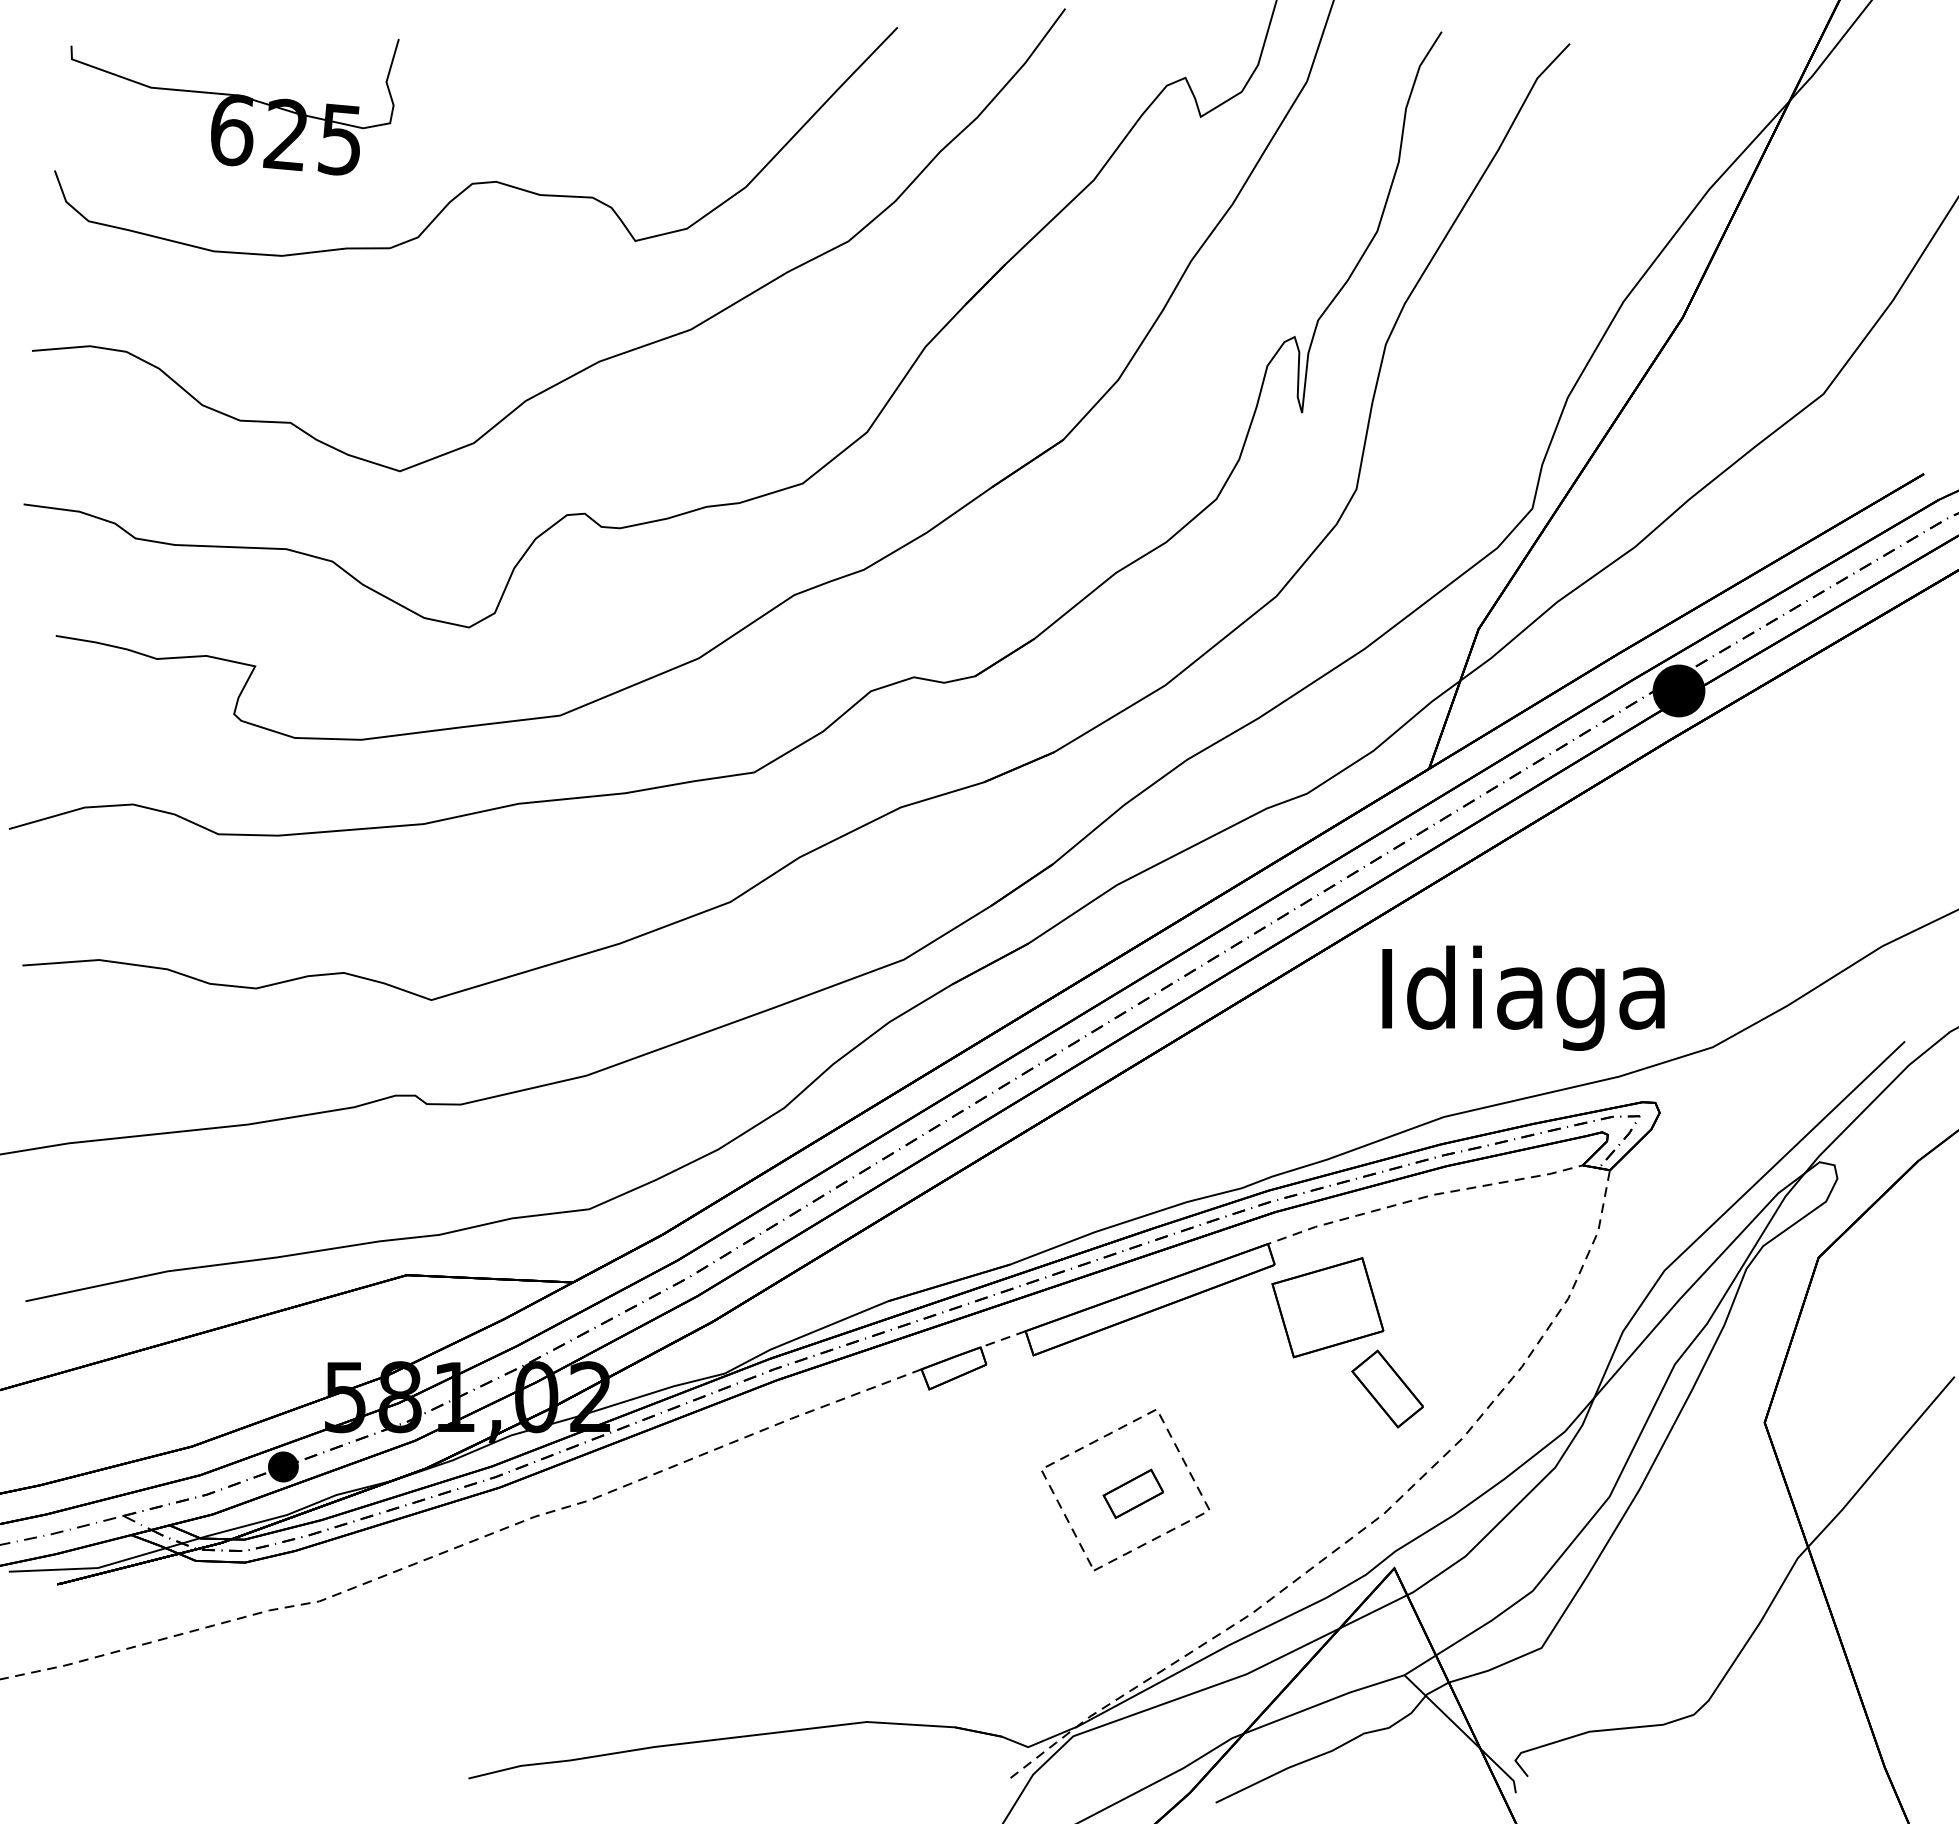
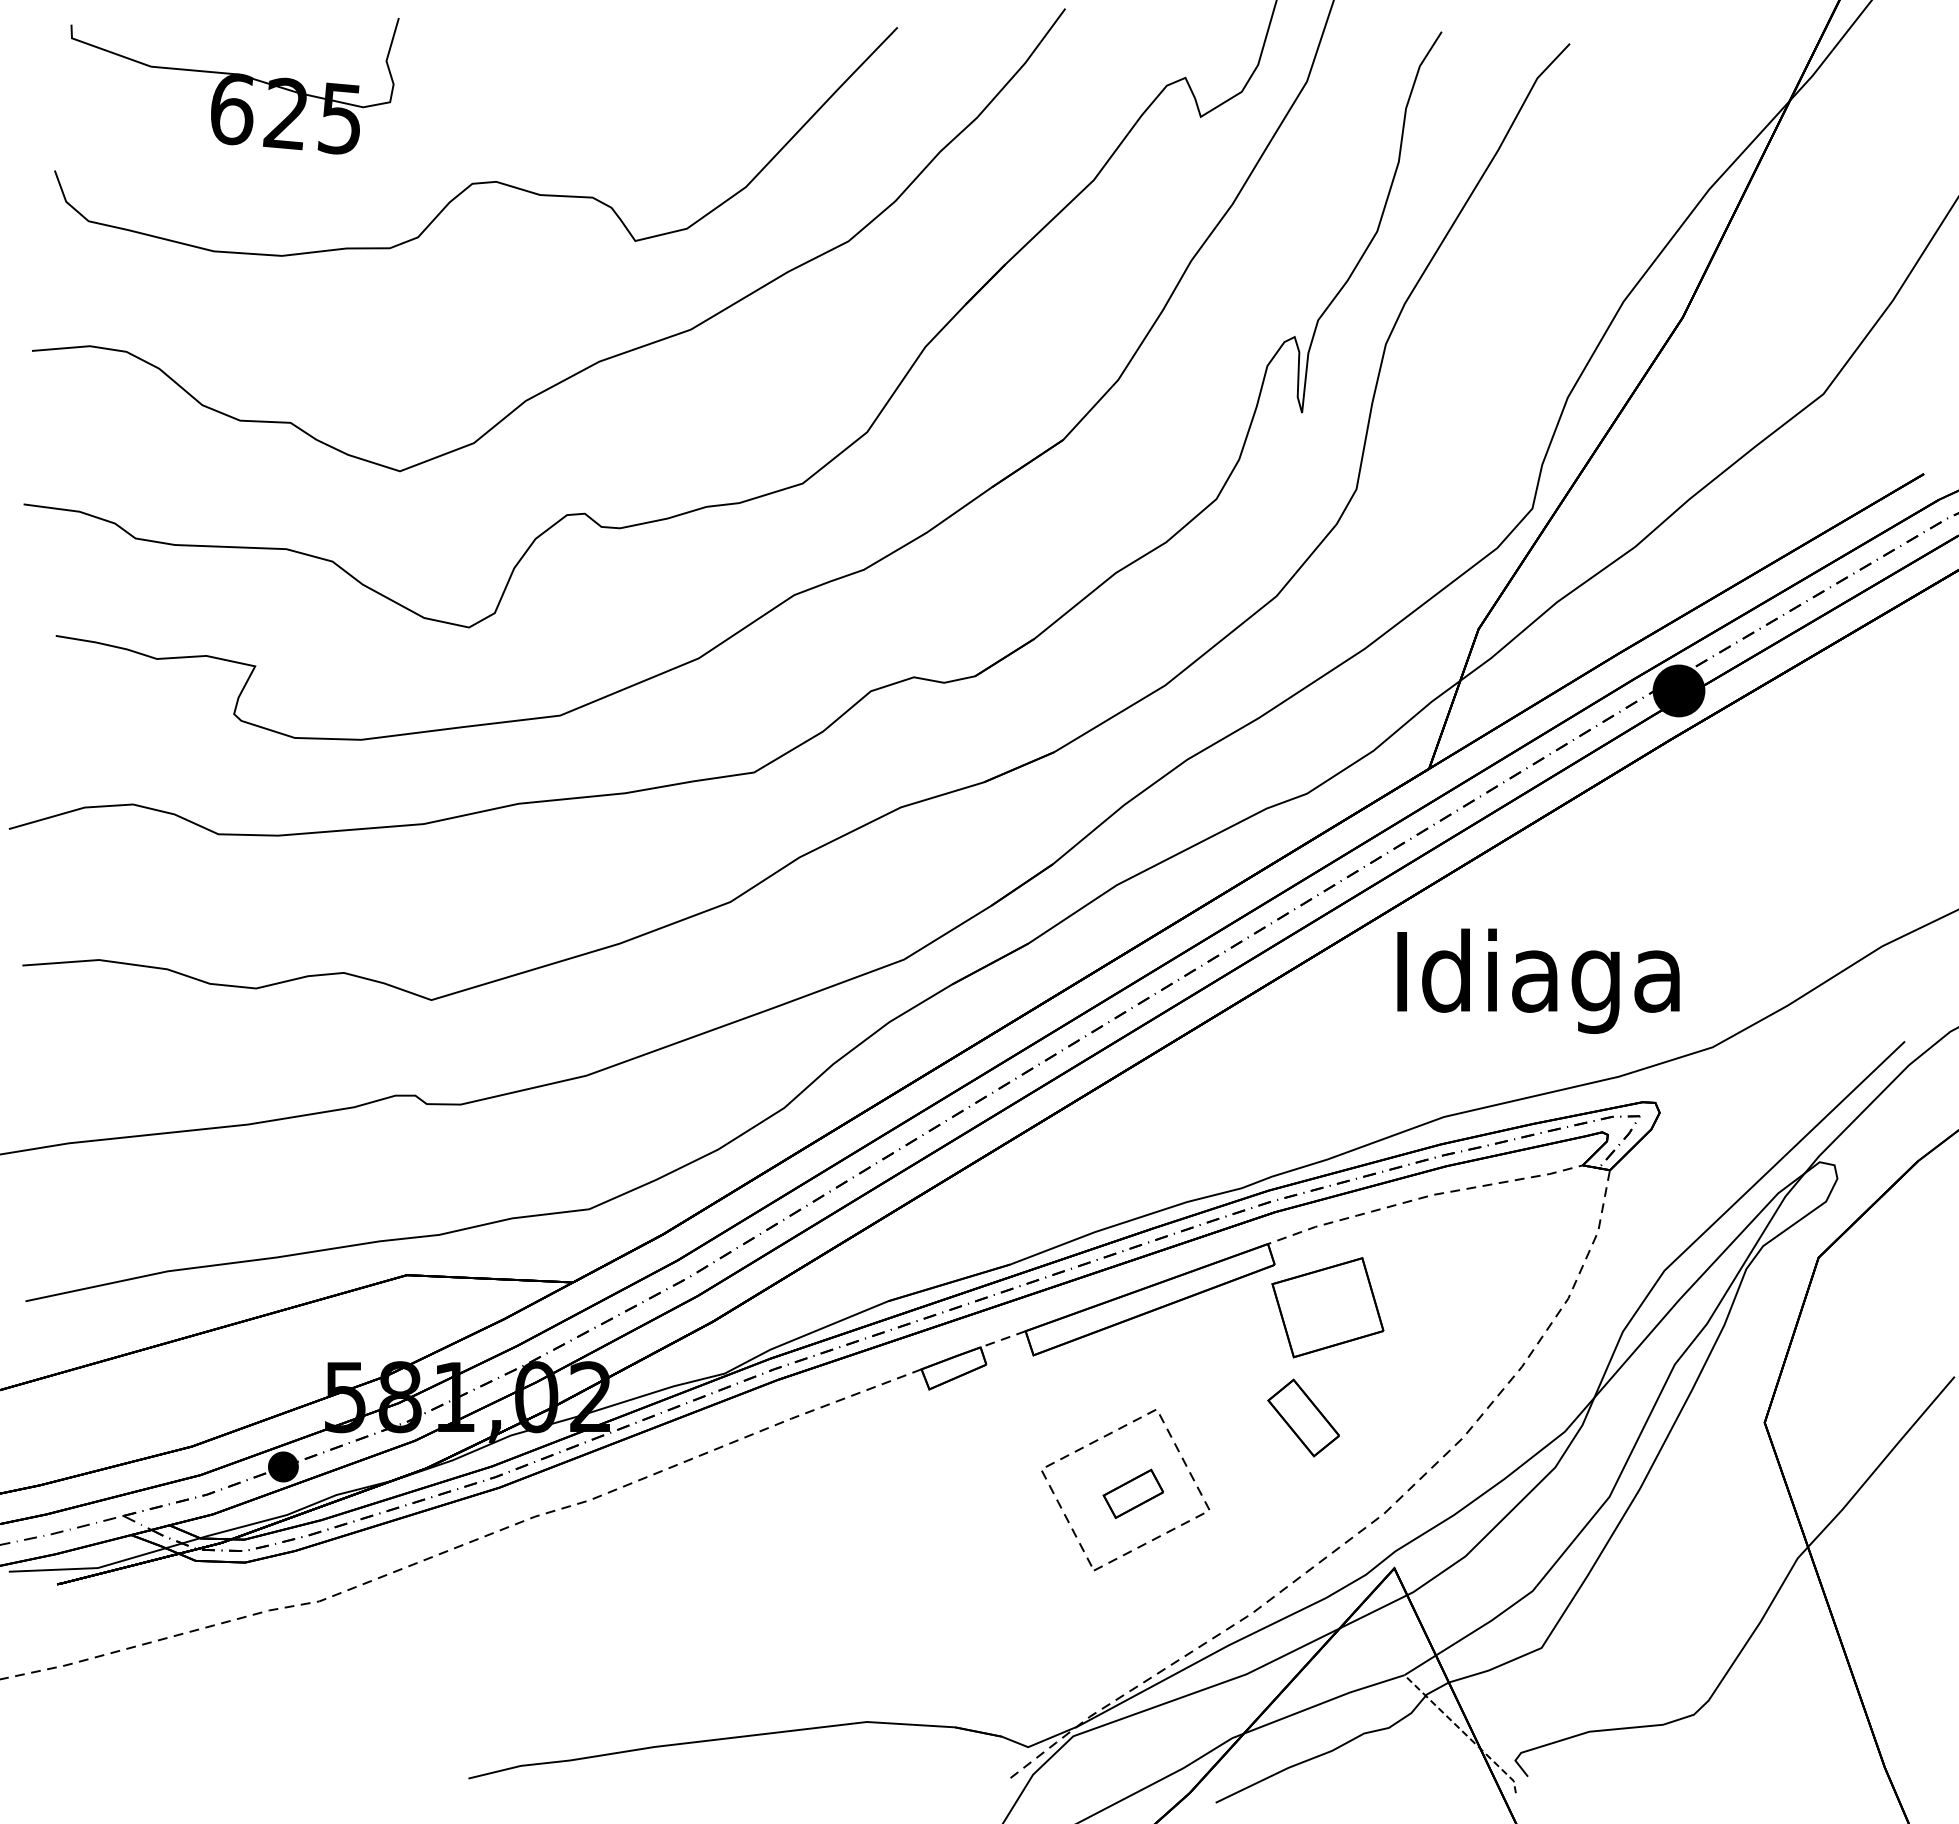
part at (234, 107) position: (234, 107) -> (234, 86)
text at (1523, 997) position: (1523, 997) -> (1538, 980)
part at (1387, 1388) position: (1387, 1388) -> (1303, 1417)
line at (1463, 1732): solid -> dashed
